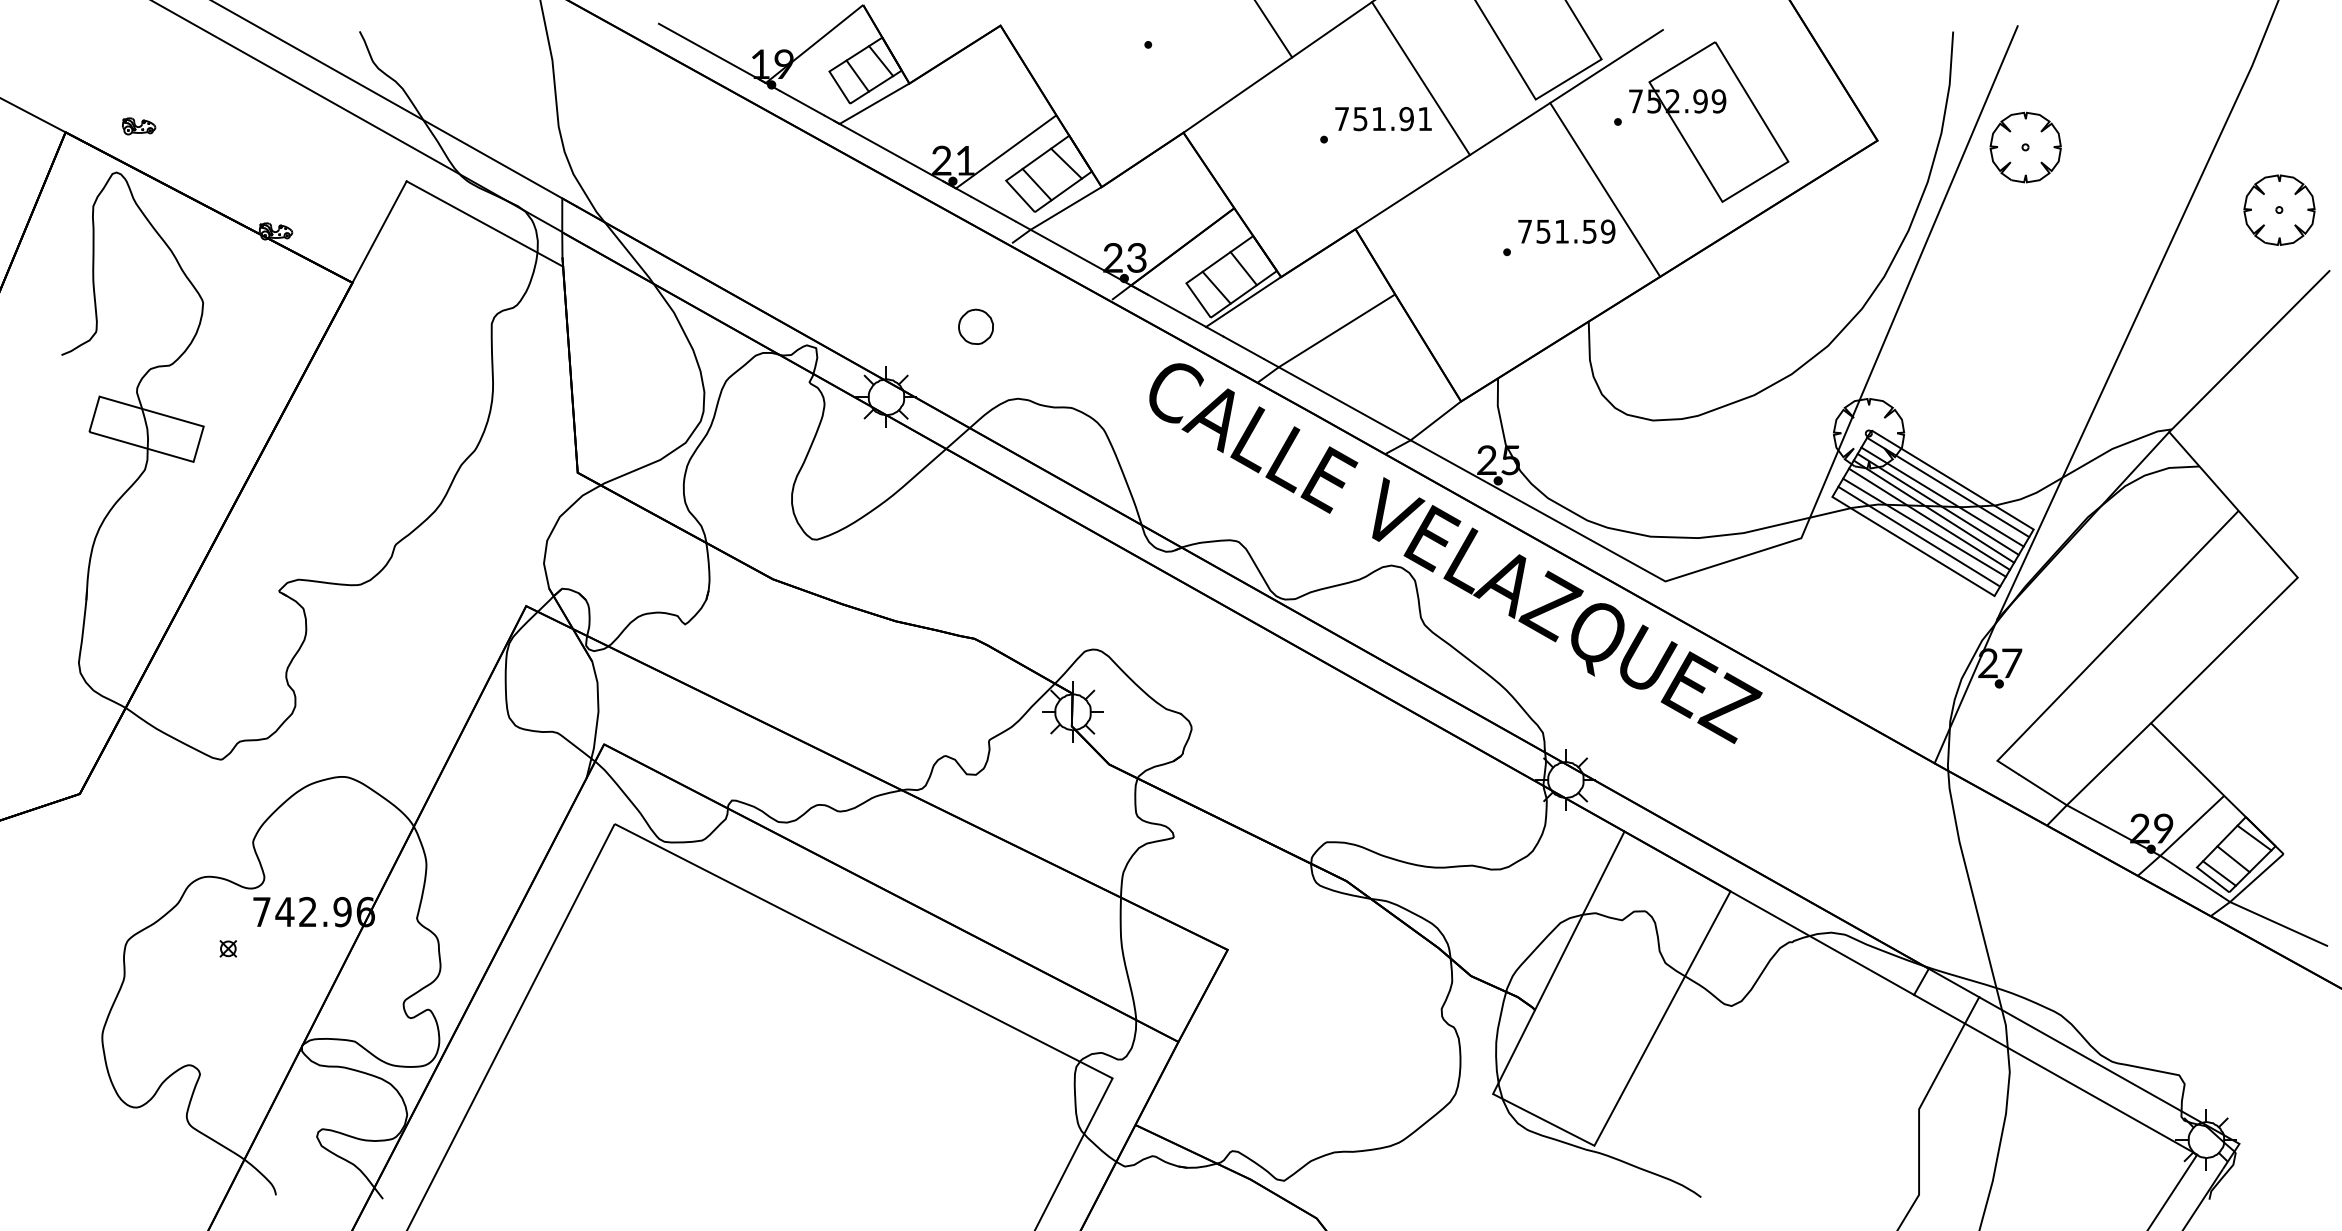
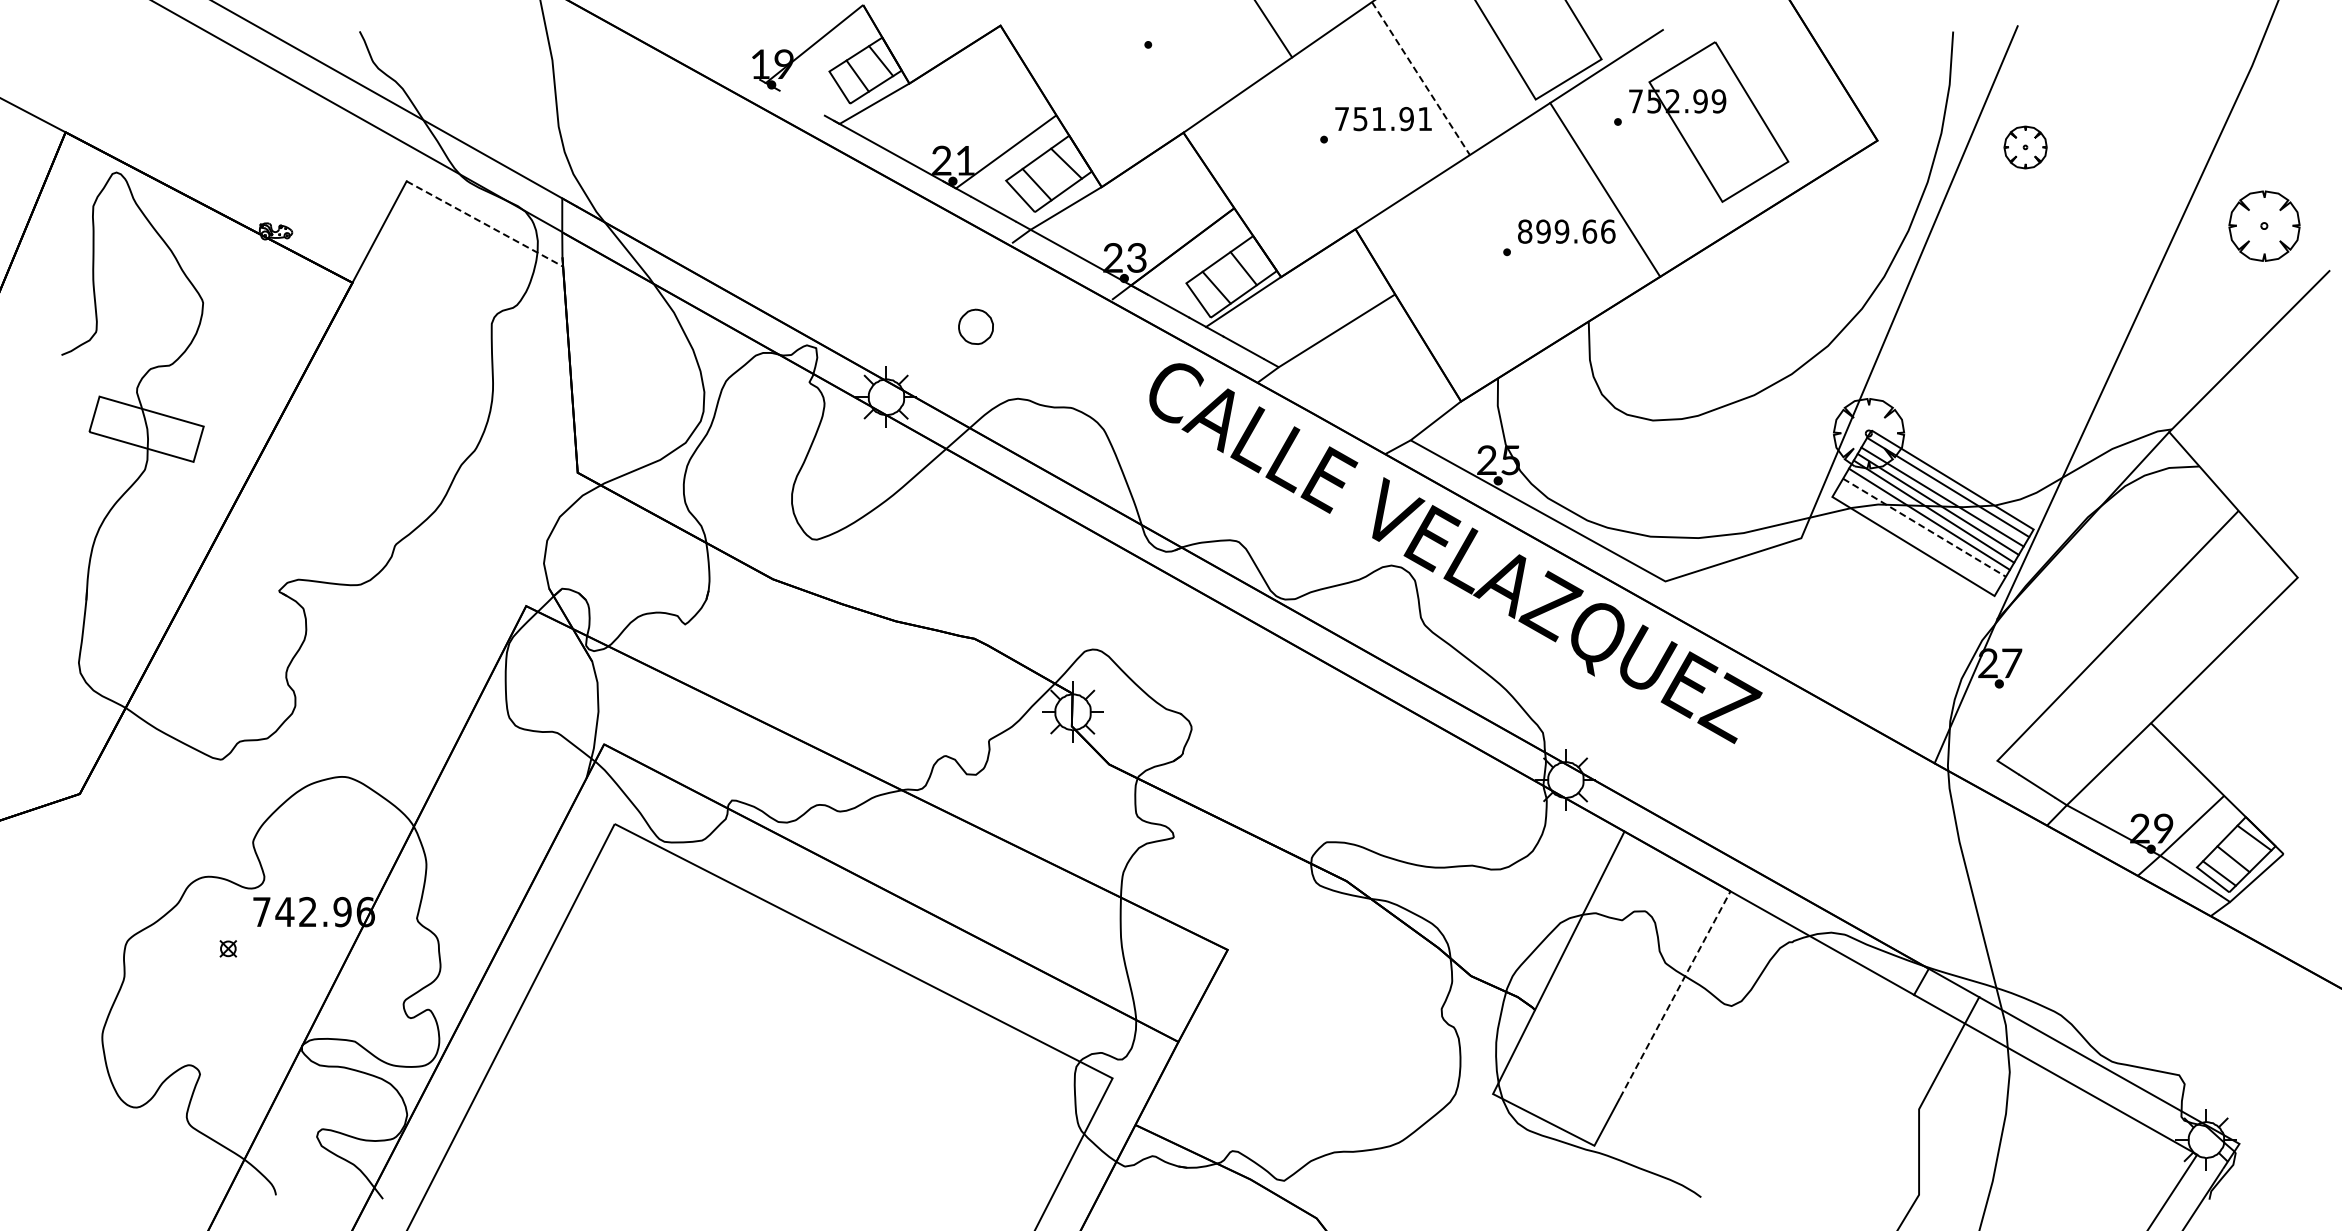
line at (711, 53): present -> none
line at (1420, 78): solid -> dashed
line at (802, 103): present -> none
part at (139, 126): present -> none
part at (2025, 147) size: 73x73 px -> 45x45 px
part at (2279, 209) position: (2279, 209) -> (2264, 225)
line at (485, 224): solid -> dashed
text at (1566, 231): 751.59 -> 899.66
line at (1344, 403): present -> none
line at (1924, 528): solid -> dashed
line at (1919, 536): present -> none
line at (2278, 923): present -> none
line at (1675, 994): solid -> dashed
